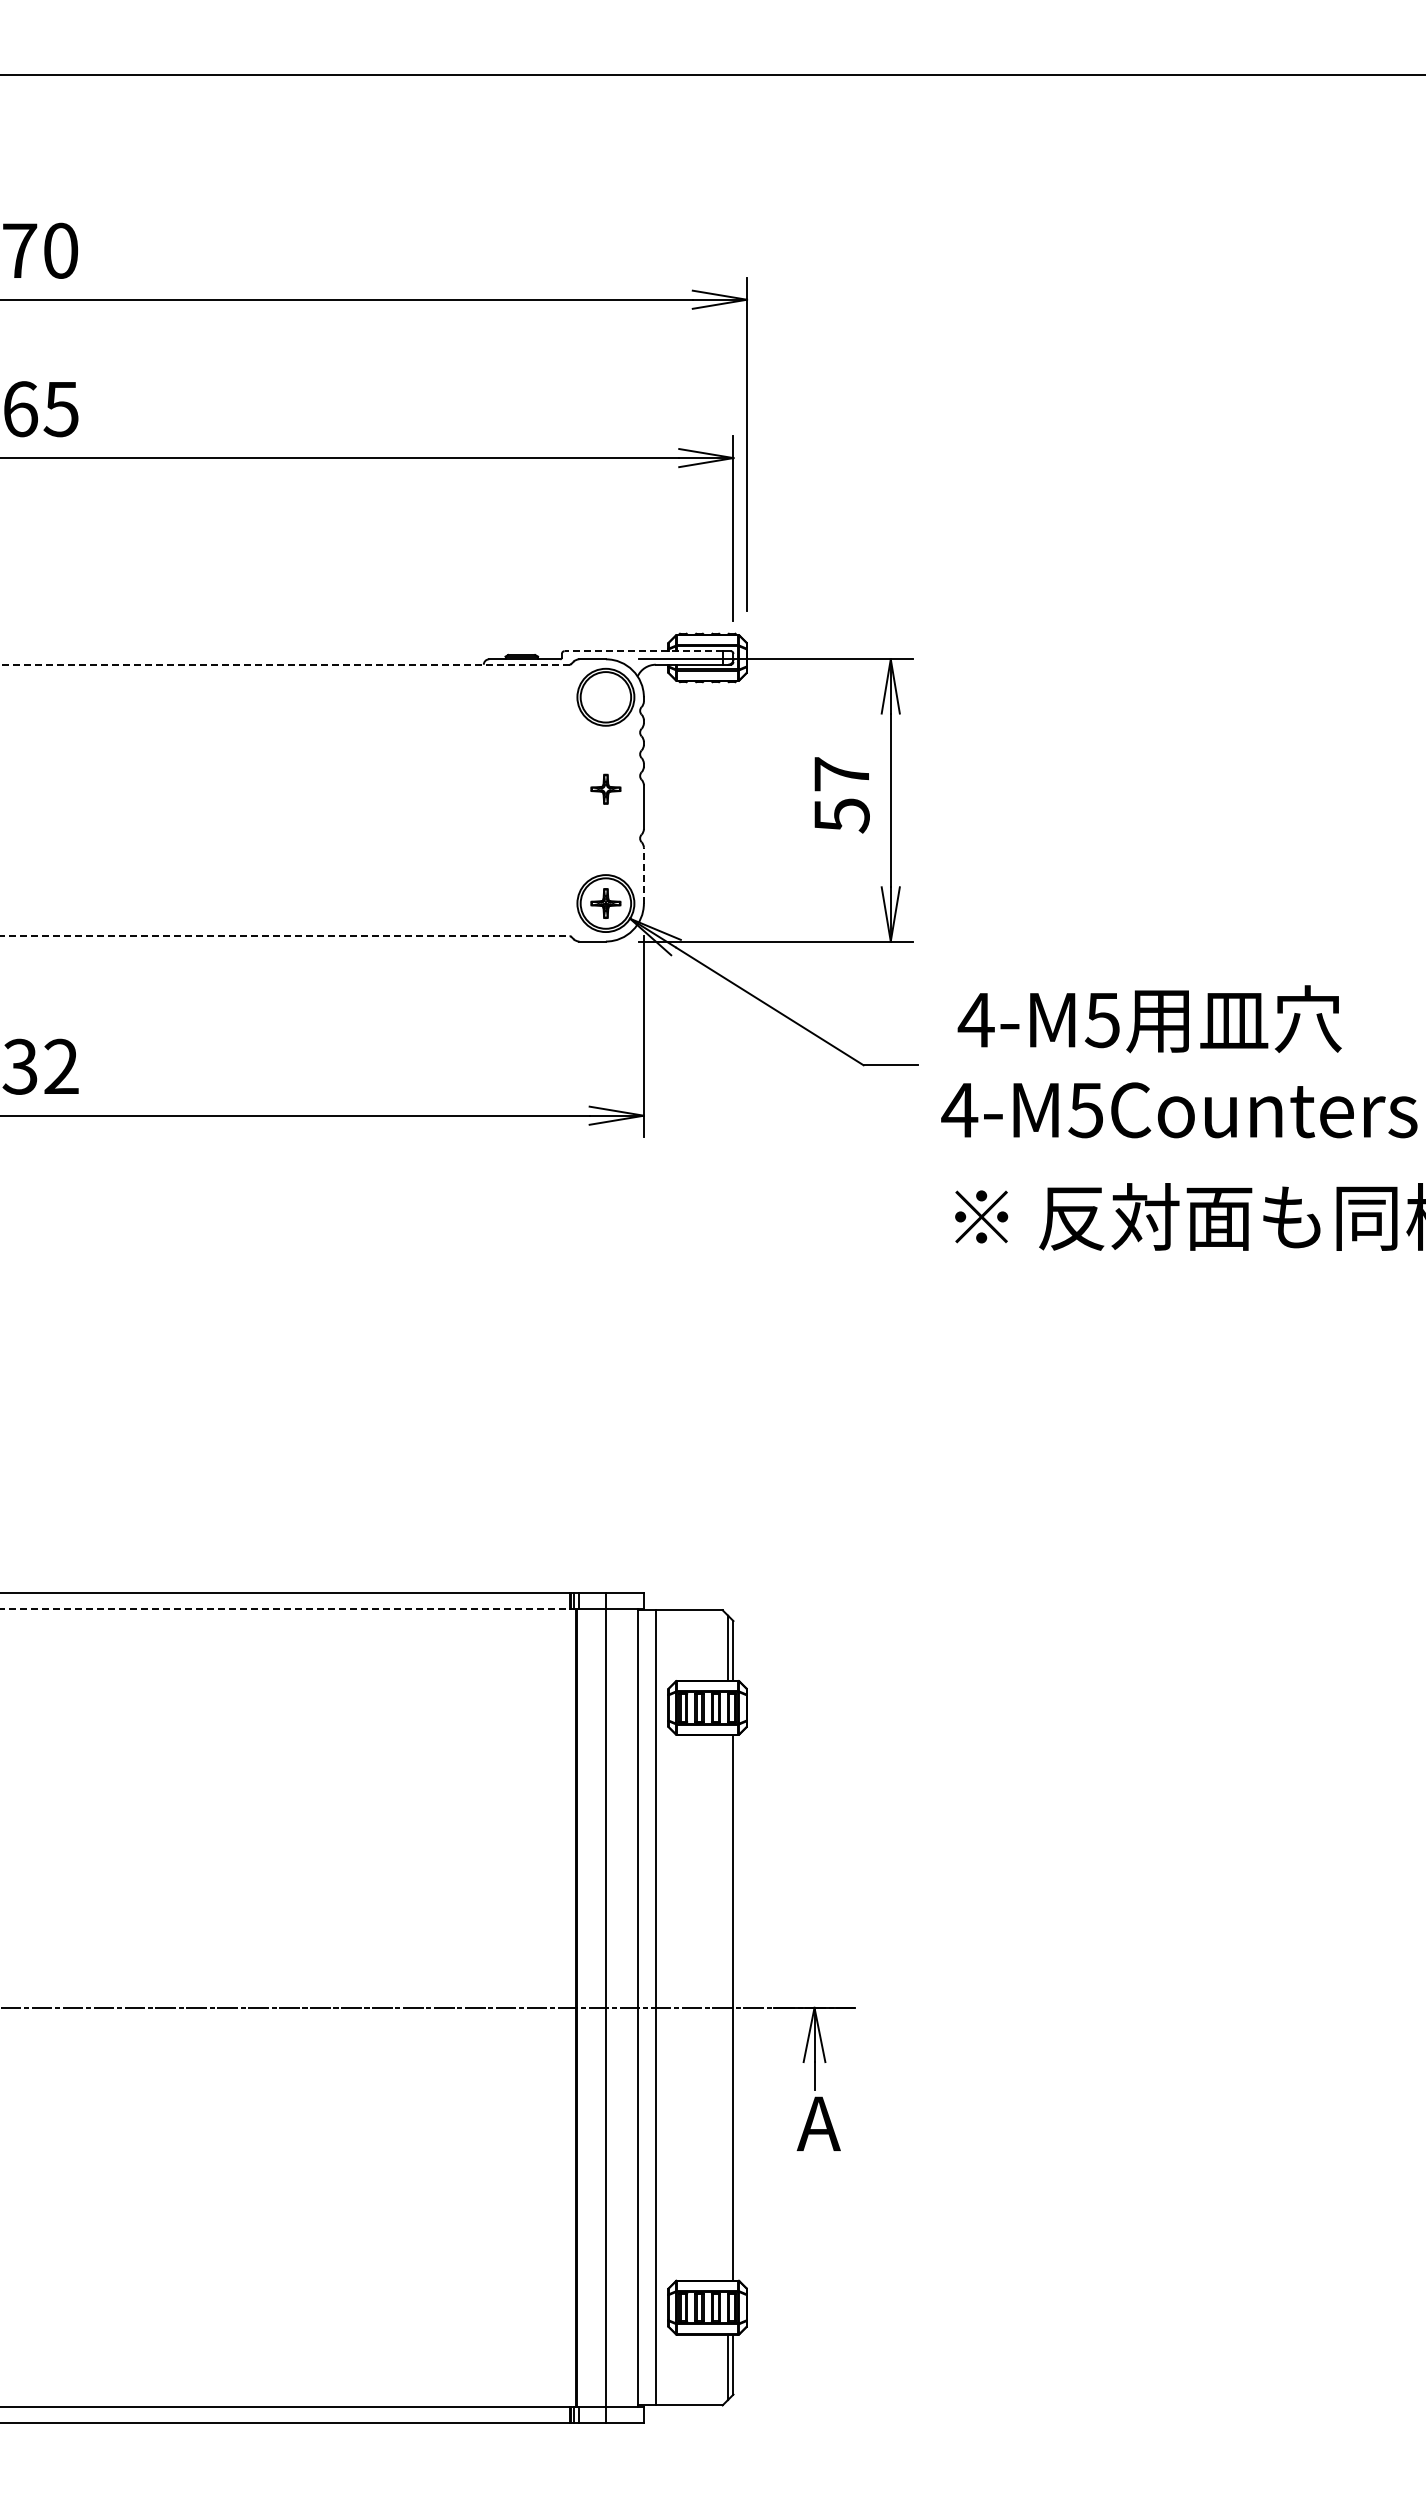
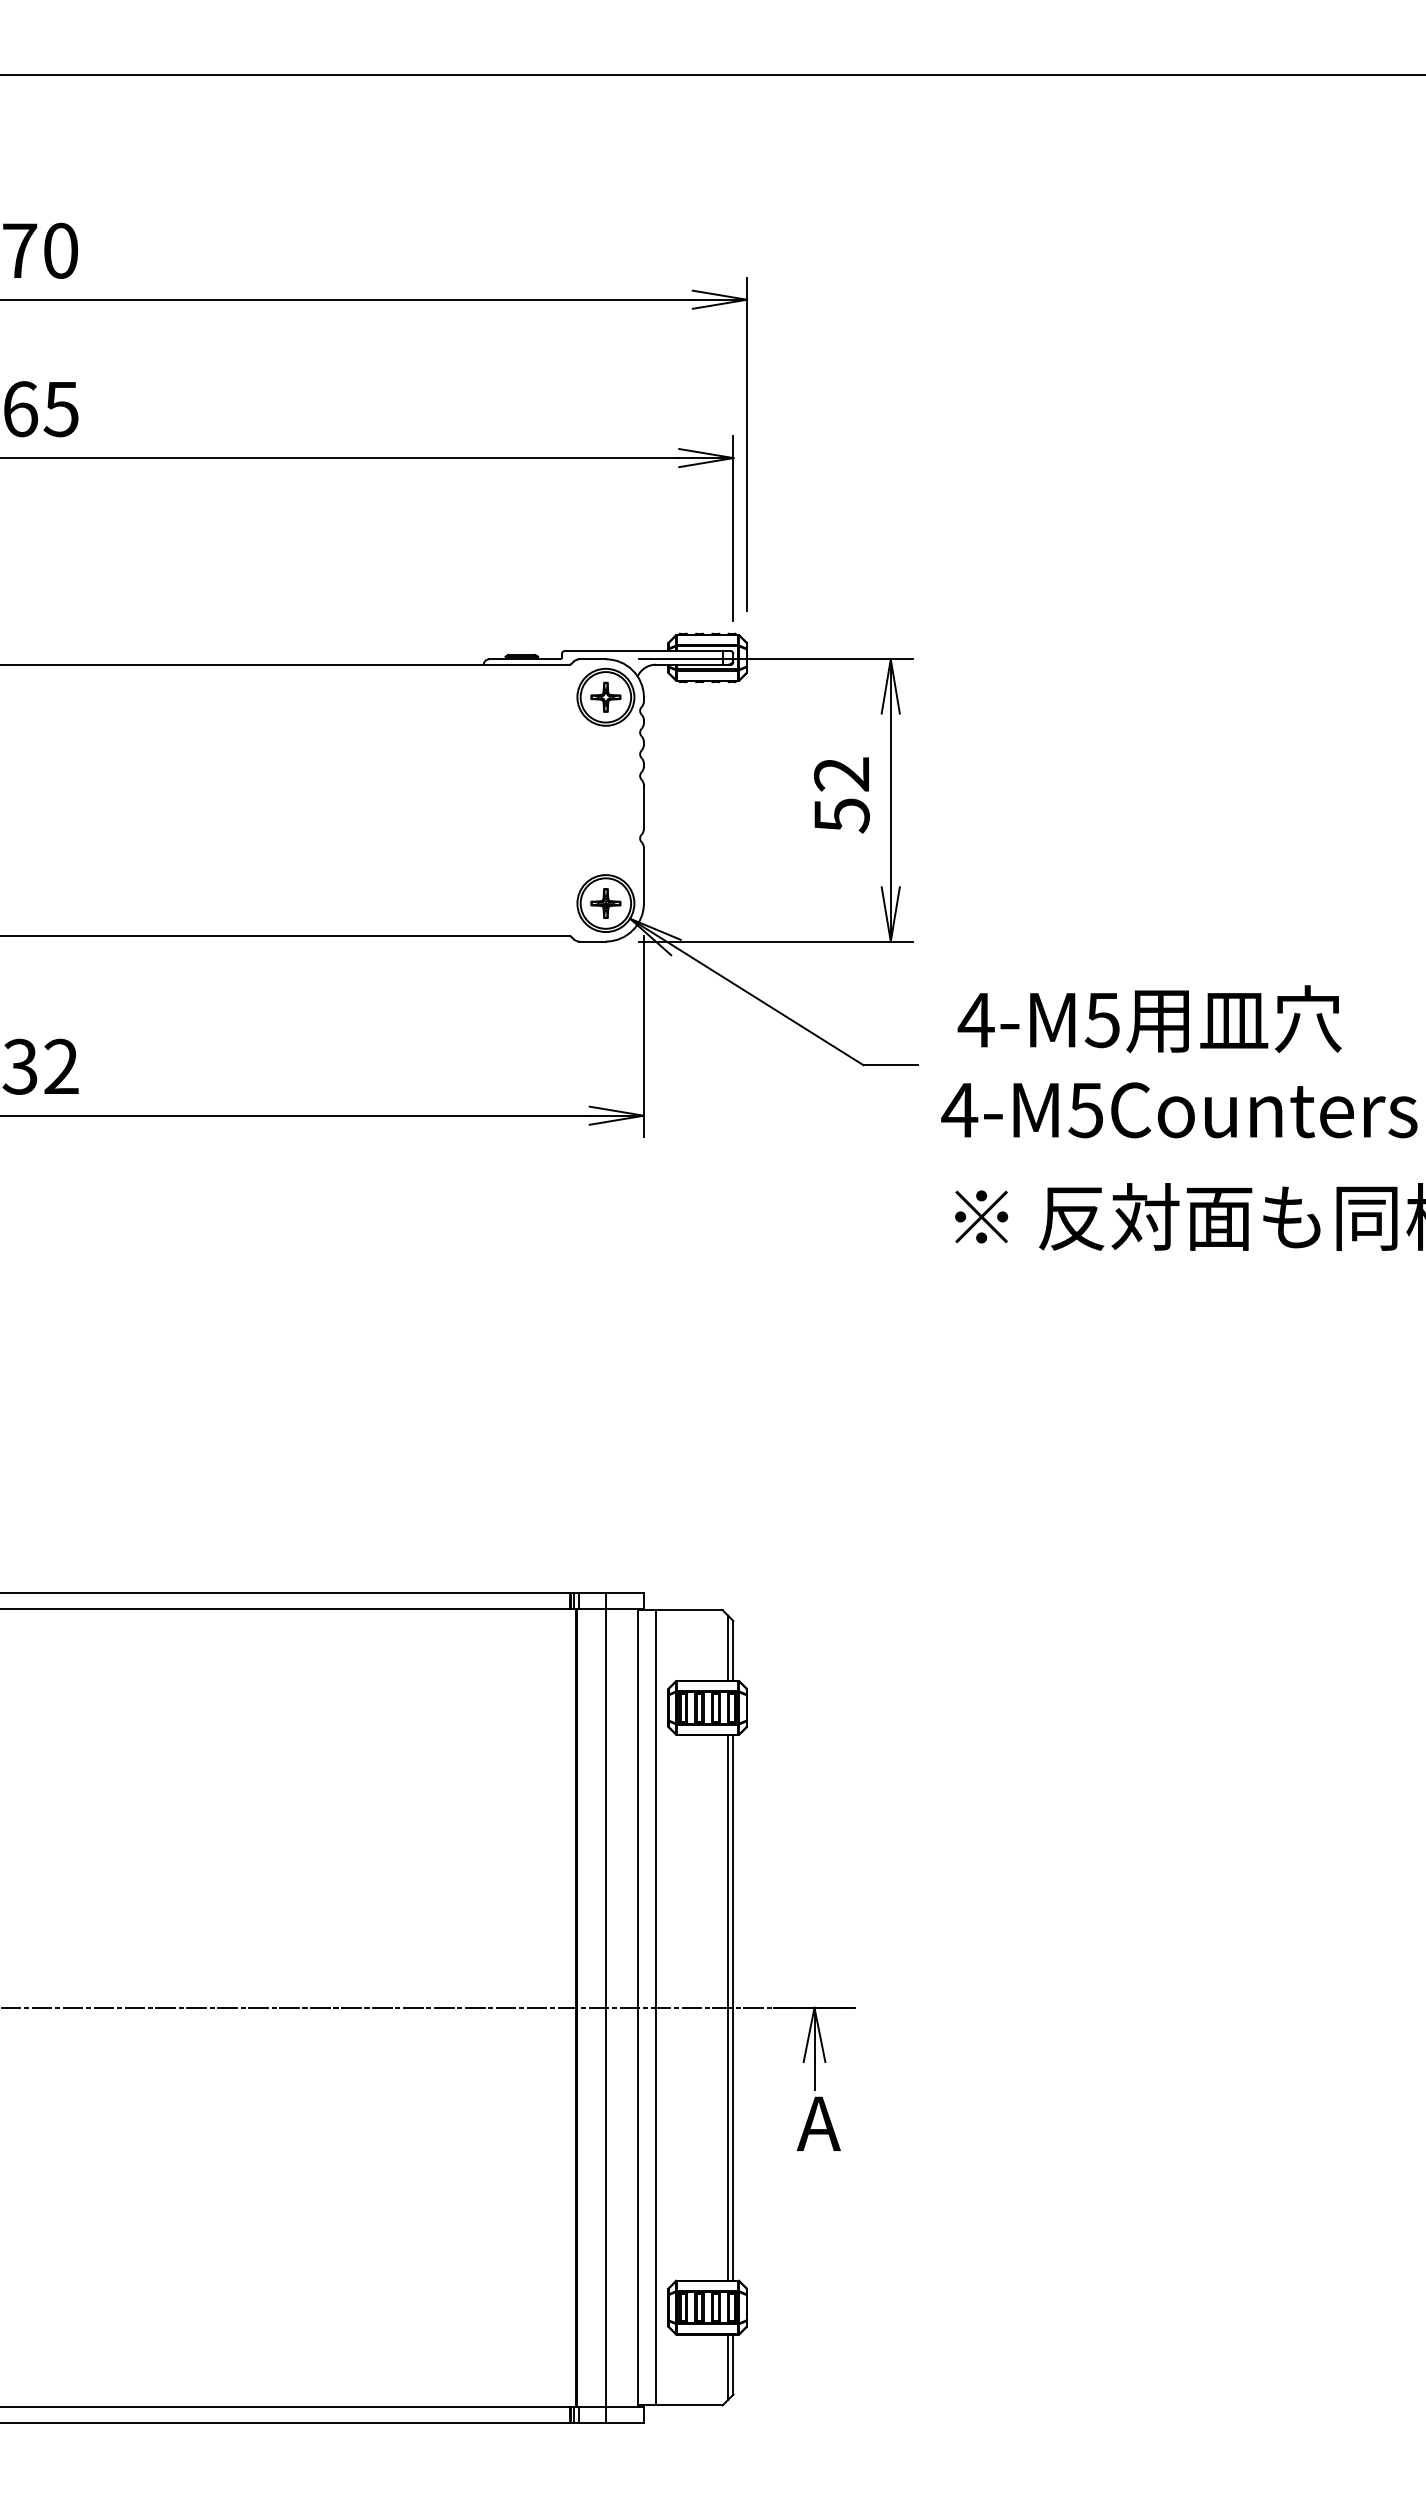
line at (643, 651): dashed -> solid
line at (284, 664): dashed -> solid
text at (840, 774): 57 -> 52
part at (605, 788) position: (605, 788) -> (605, 696)
line at (643, 875): dashed -> solid
line at (285, 936): dashed -> solid
line at (285, 1608): dashed -> solid
line at (728, 2007): none -> present
